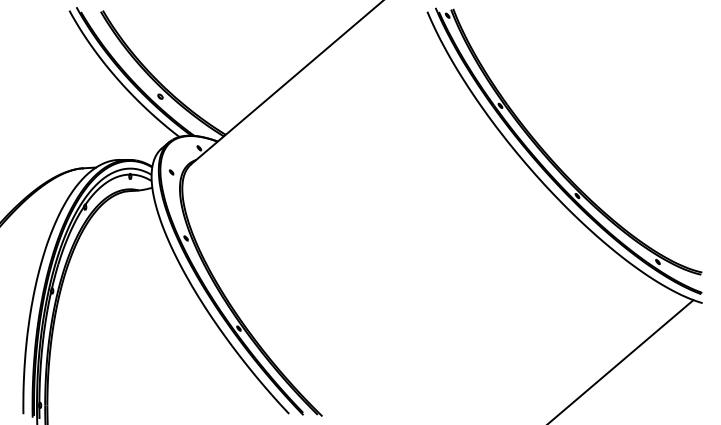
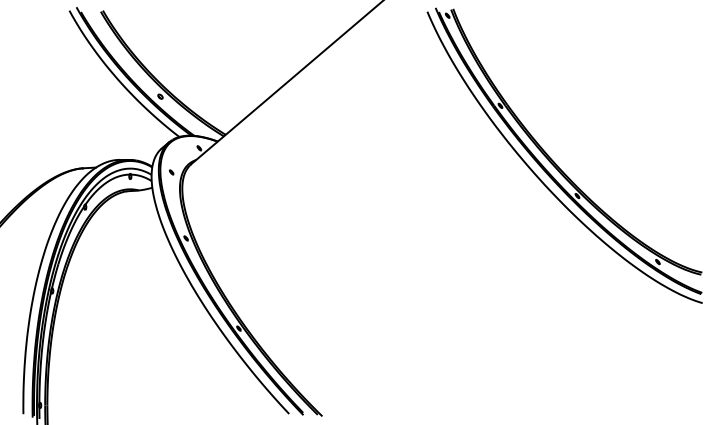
line at (621, 360): present -> none
